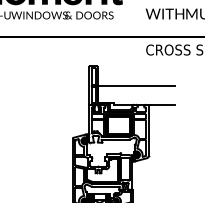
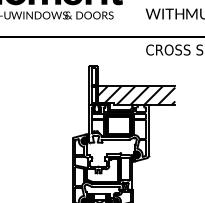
hatch at (136, 95): none -> present
